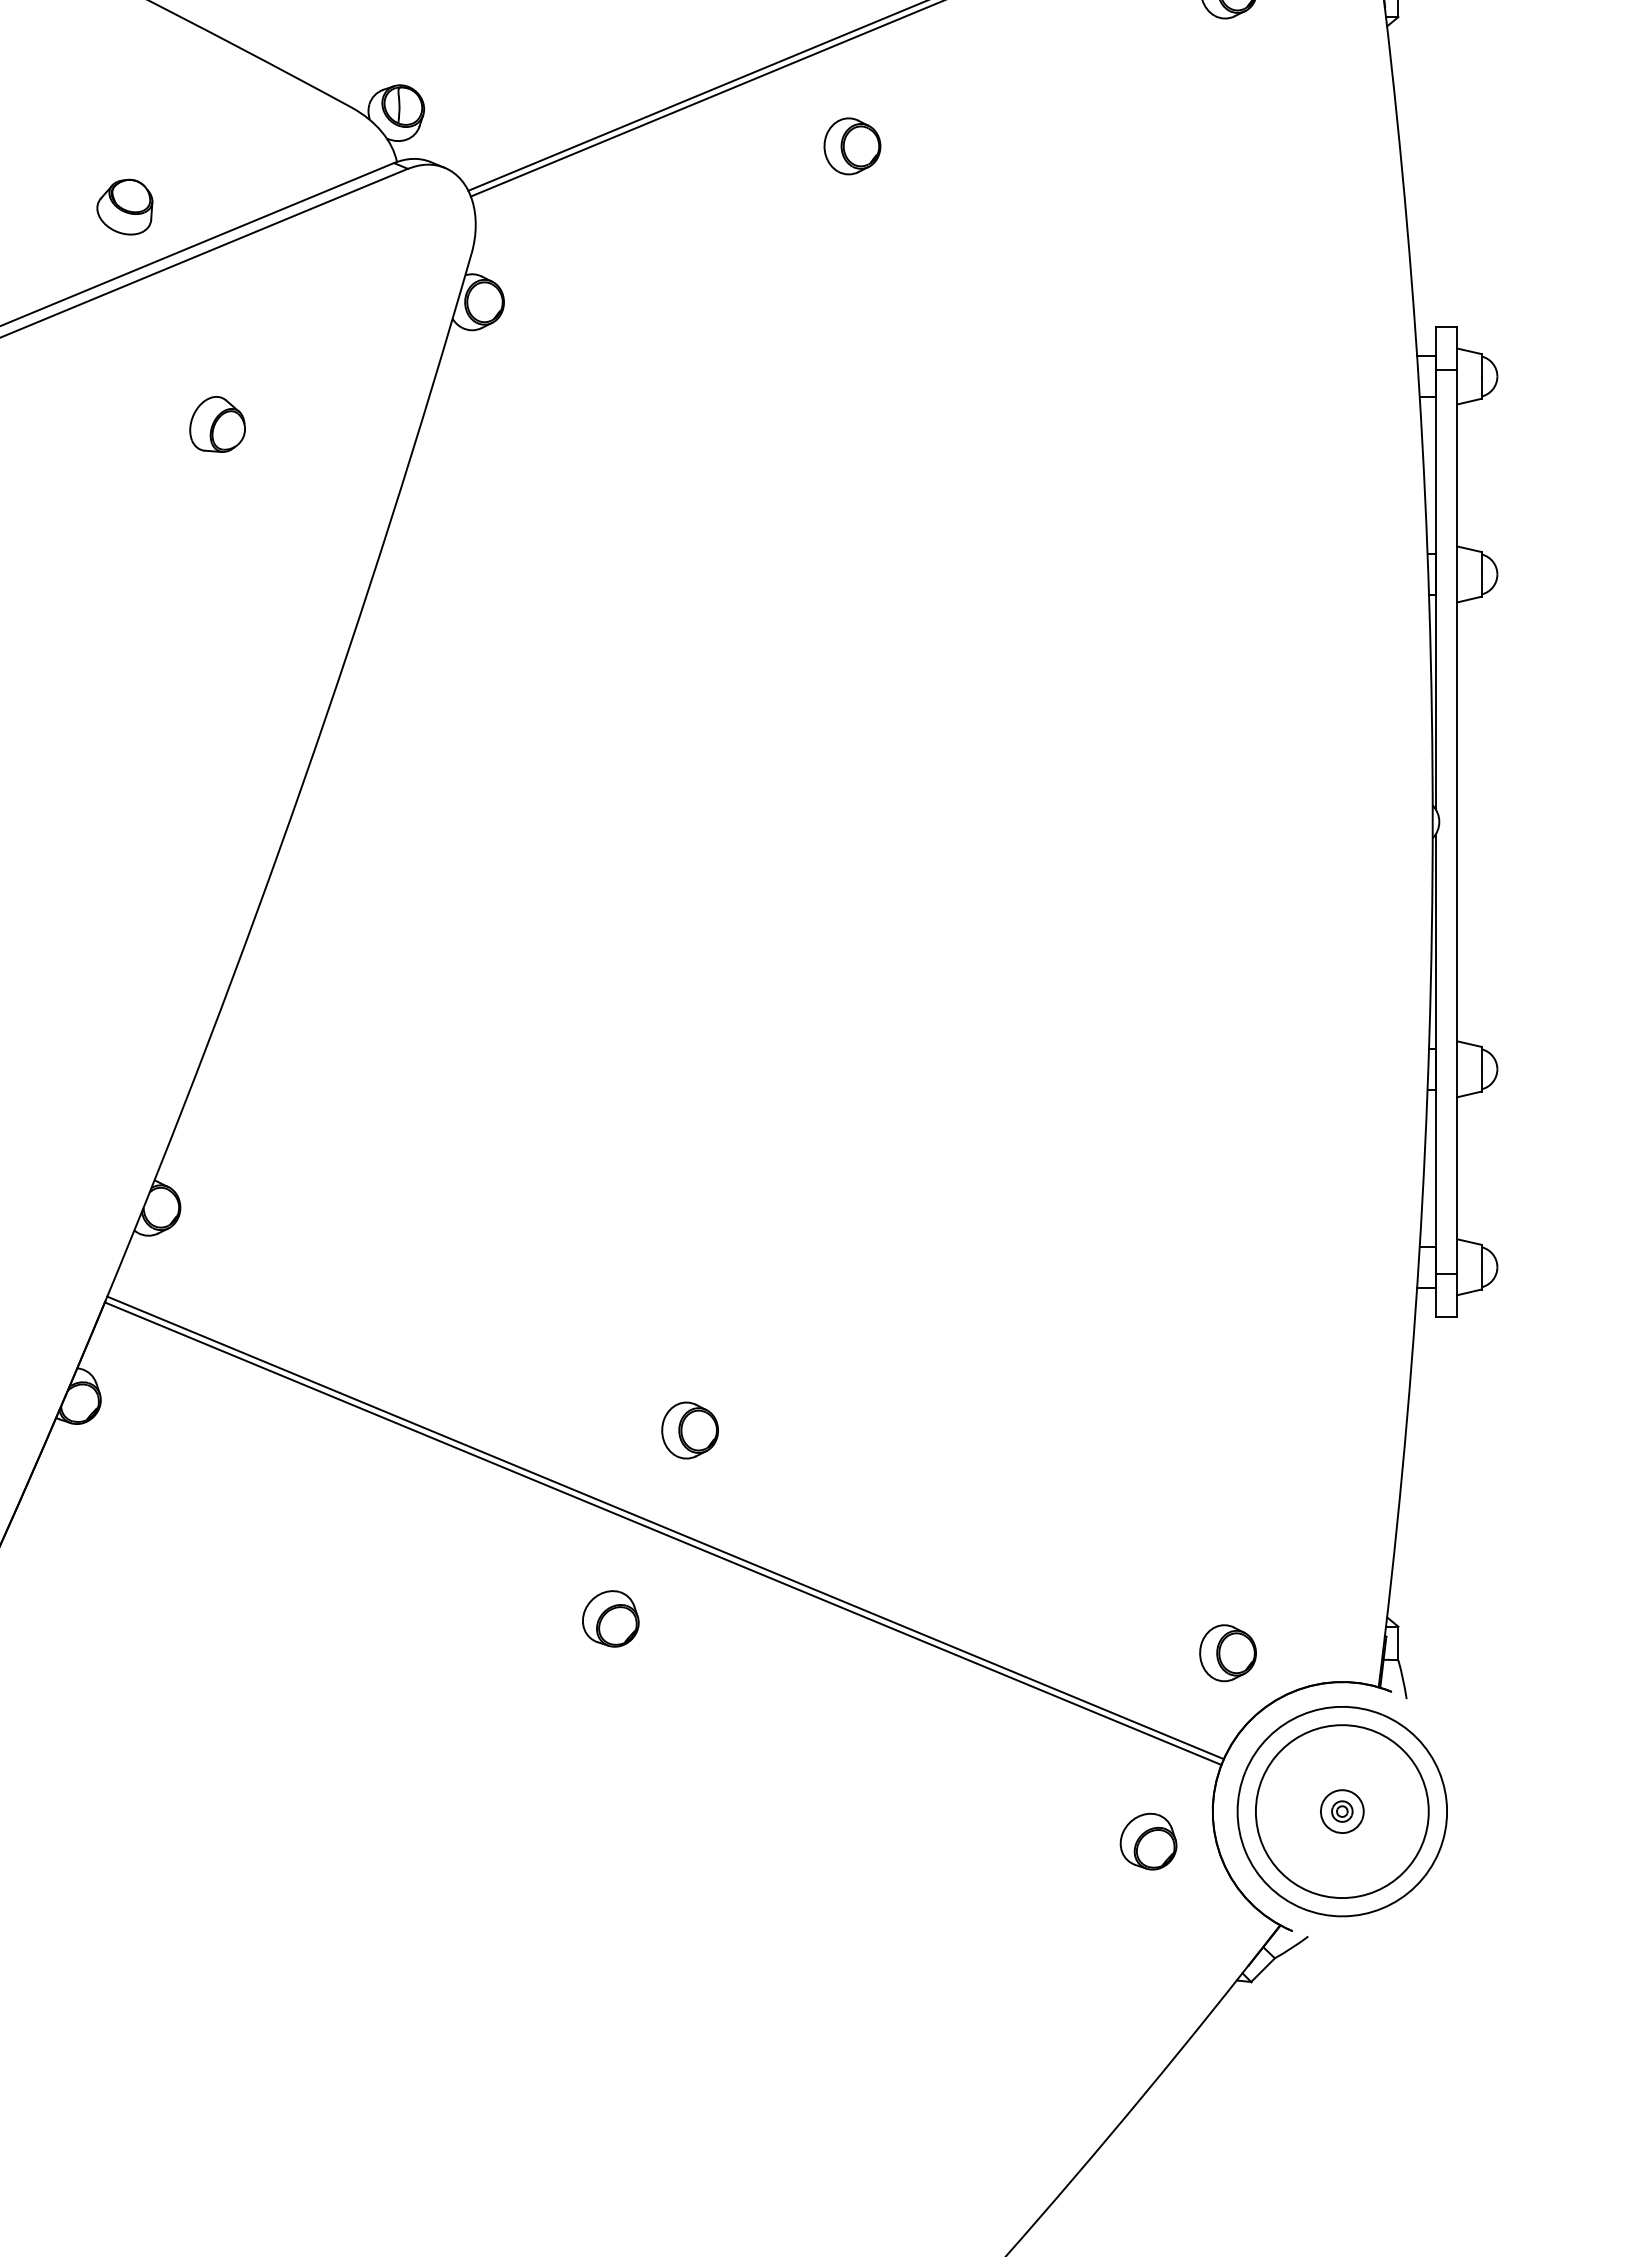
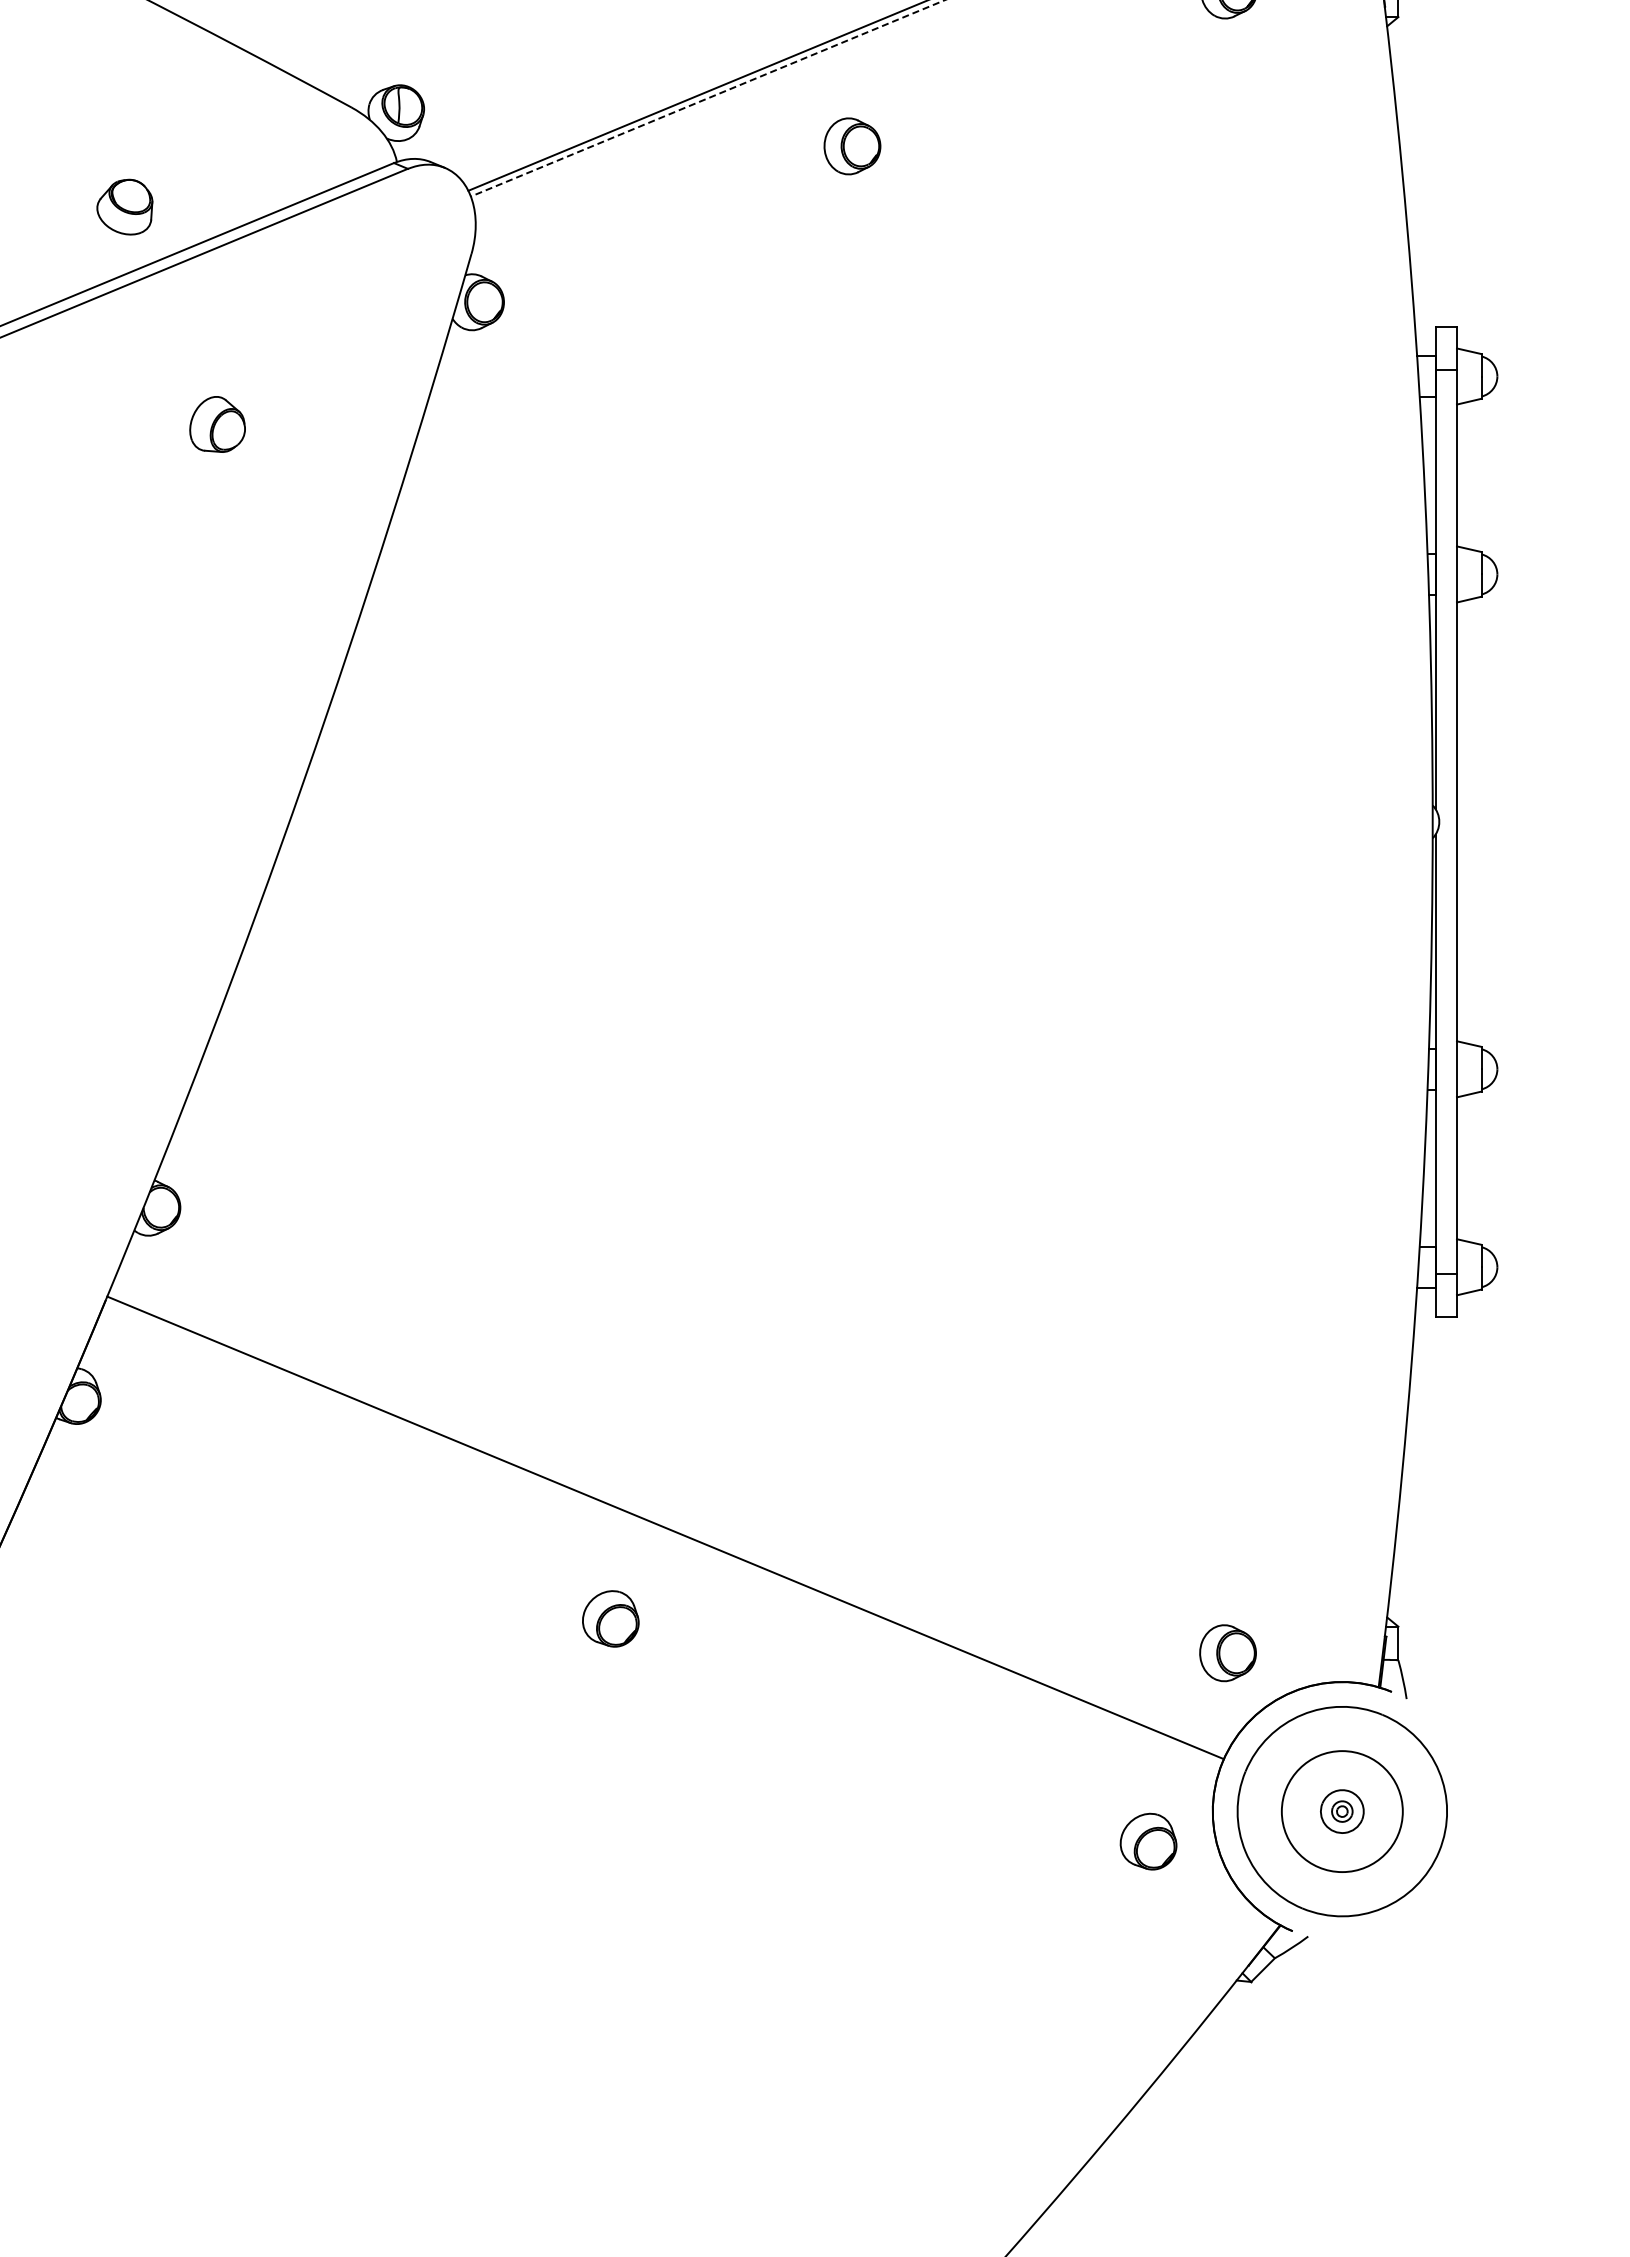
line at (708, 98): solid -> dashed
part at (689, 1430): present -> none
line at (662, 1533): present -> none
circle at (1341, 1811) diameter: 173 px -> 121 px
